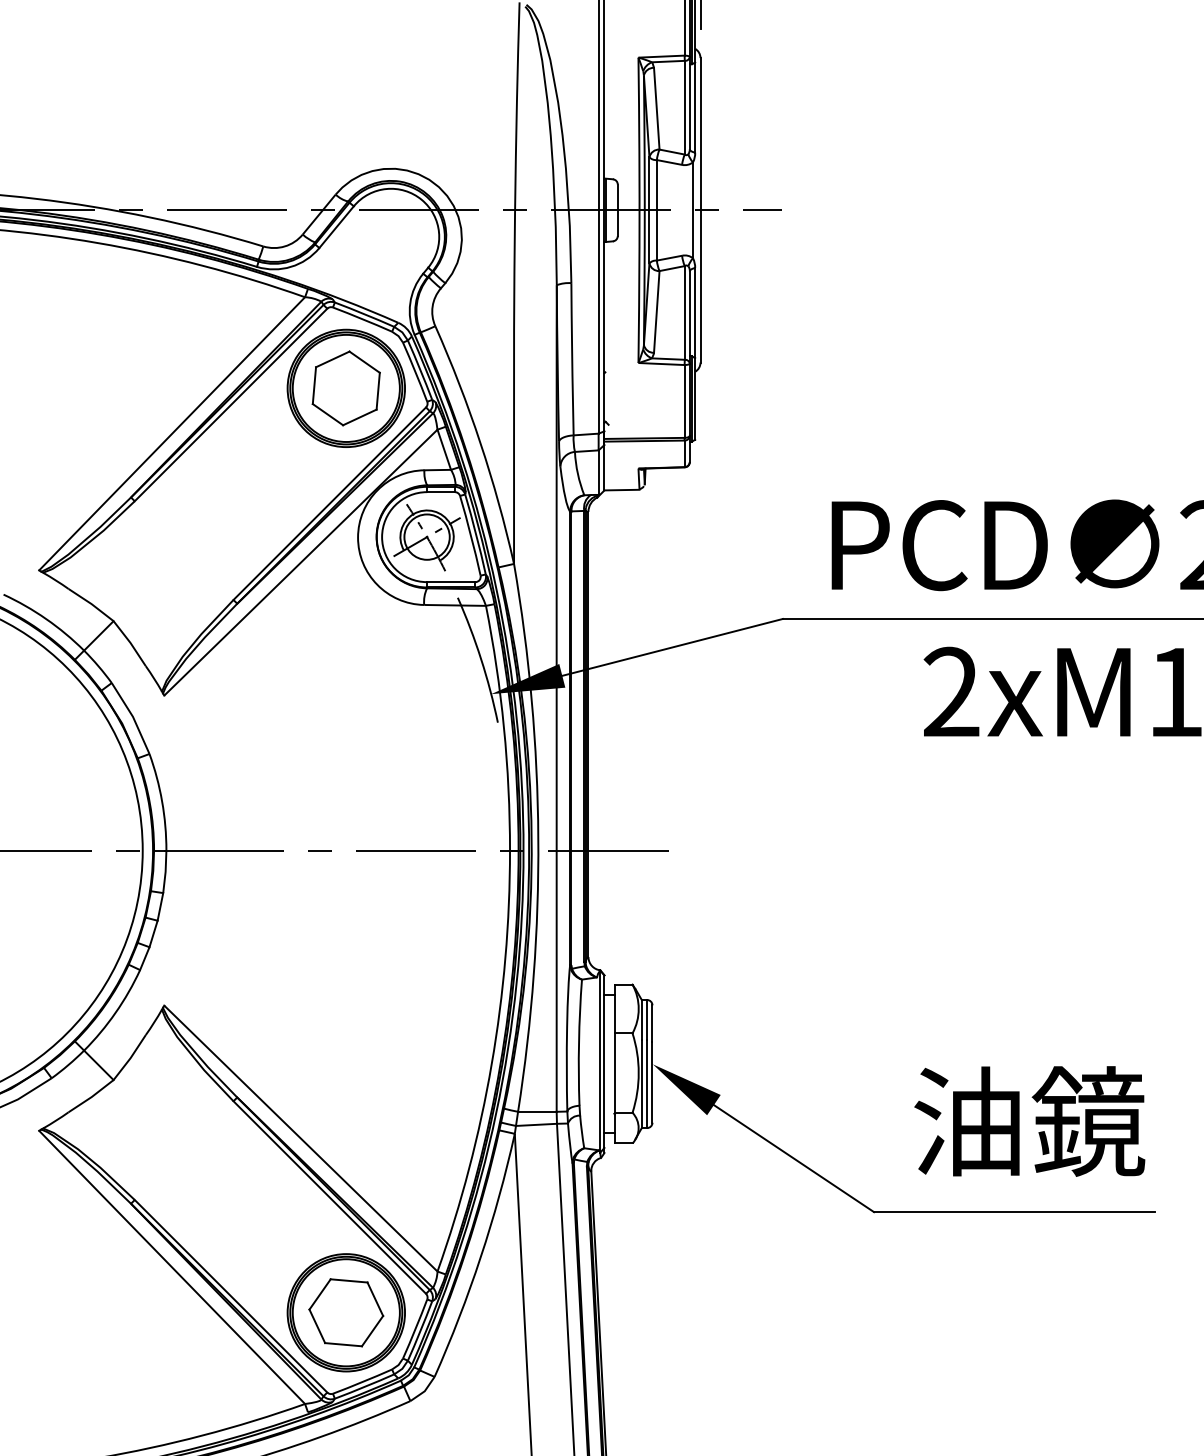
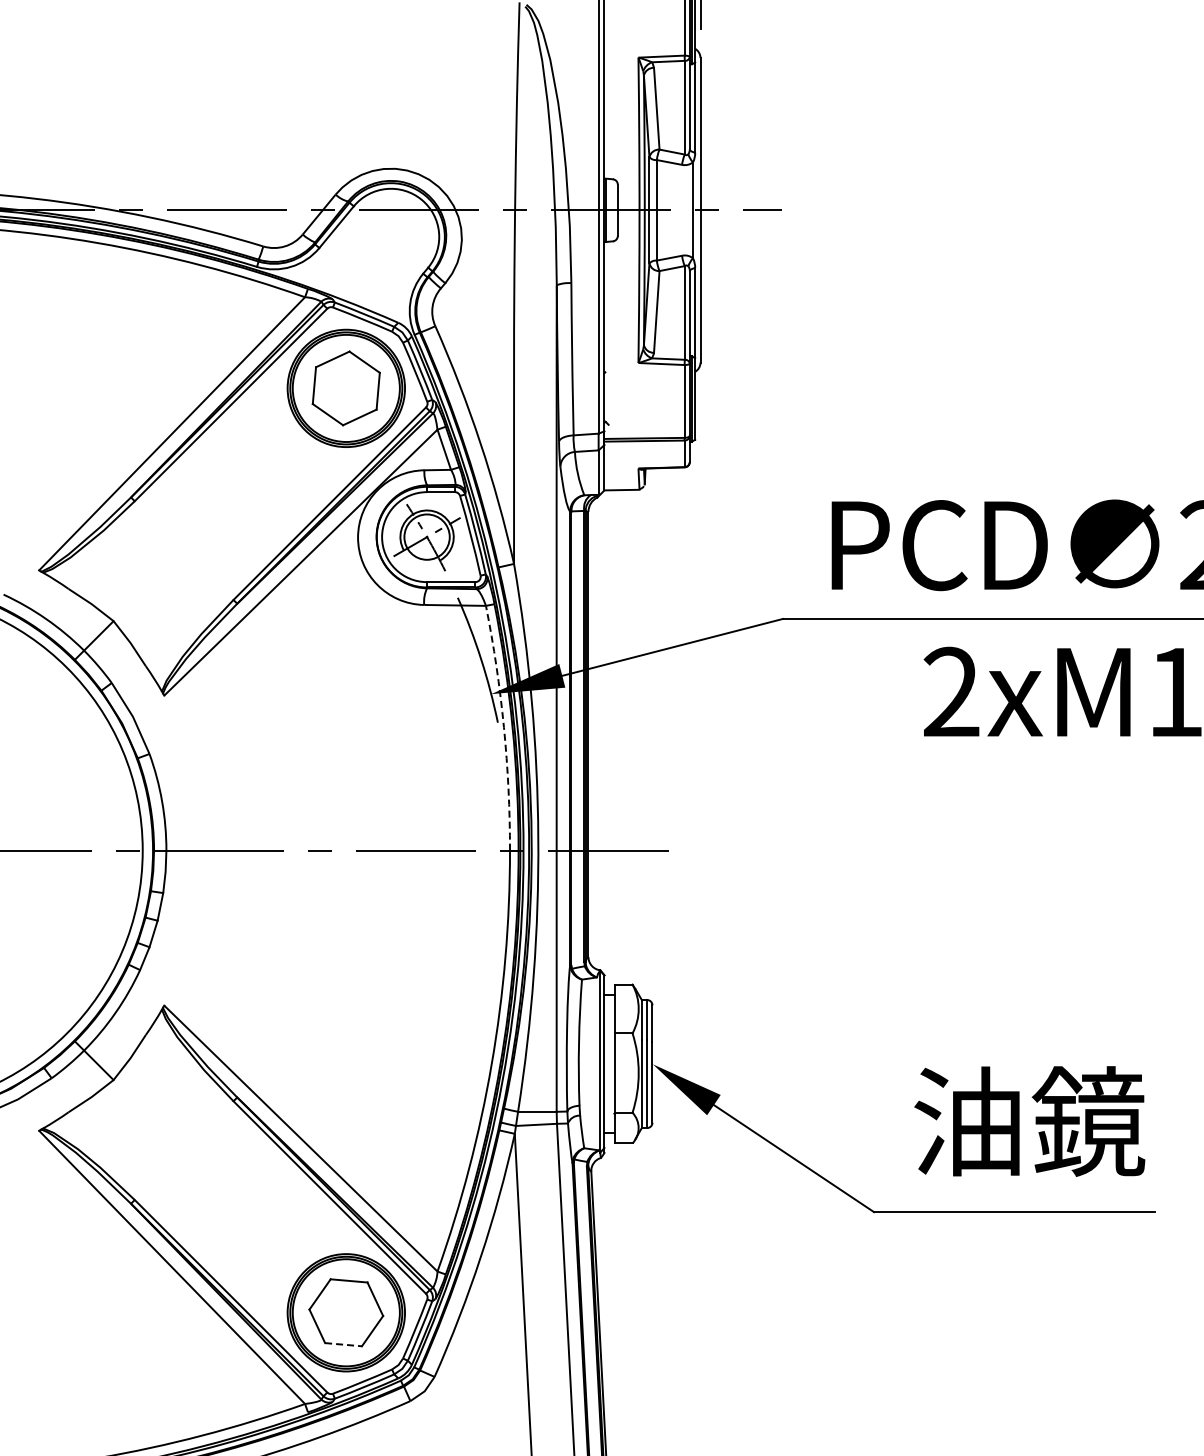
arc at (503, 727): solid -> dashed
line at (344, 1344): solid -> dashed
